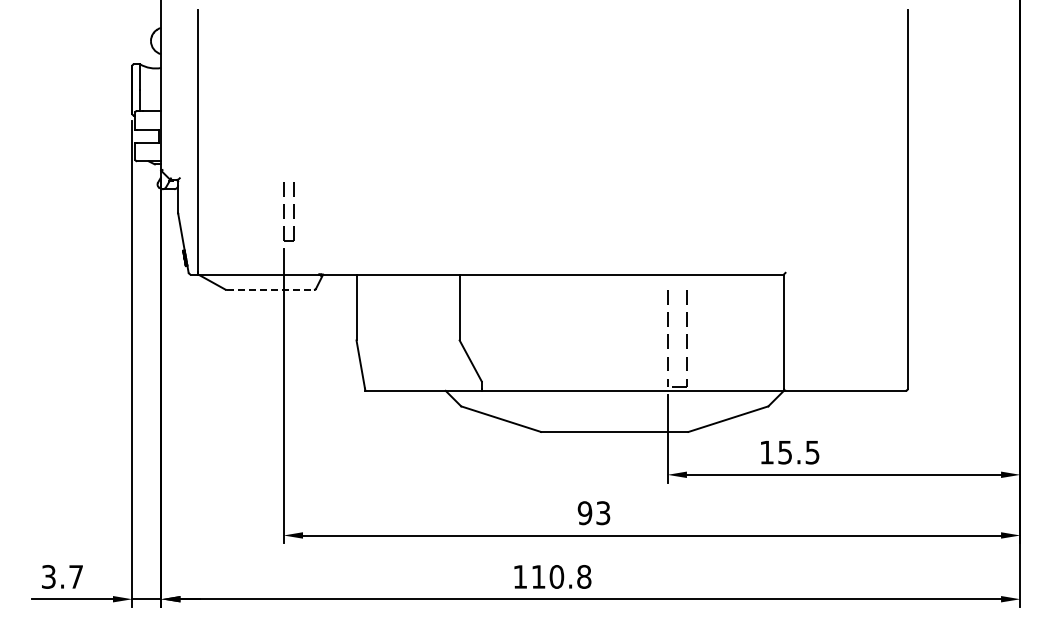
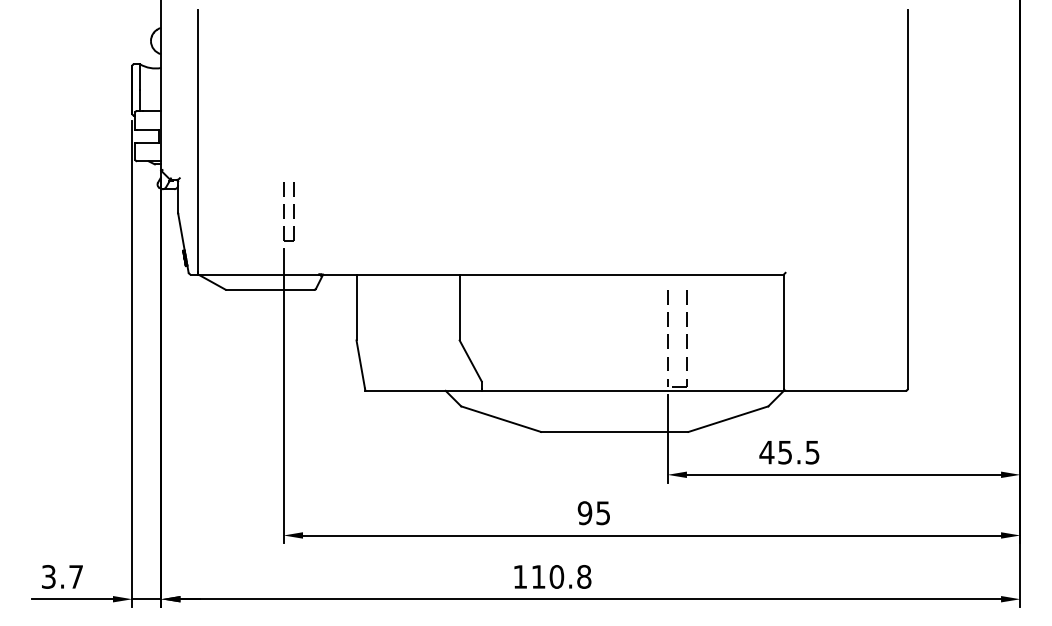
line at (270, 290): dashed -> solid
text at (766, 452): 15.5 -> 45.5
text at (603, 512): 93 -> 95
